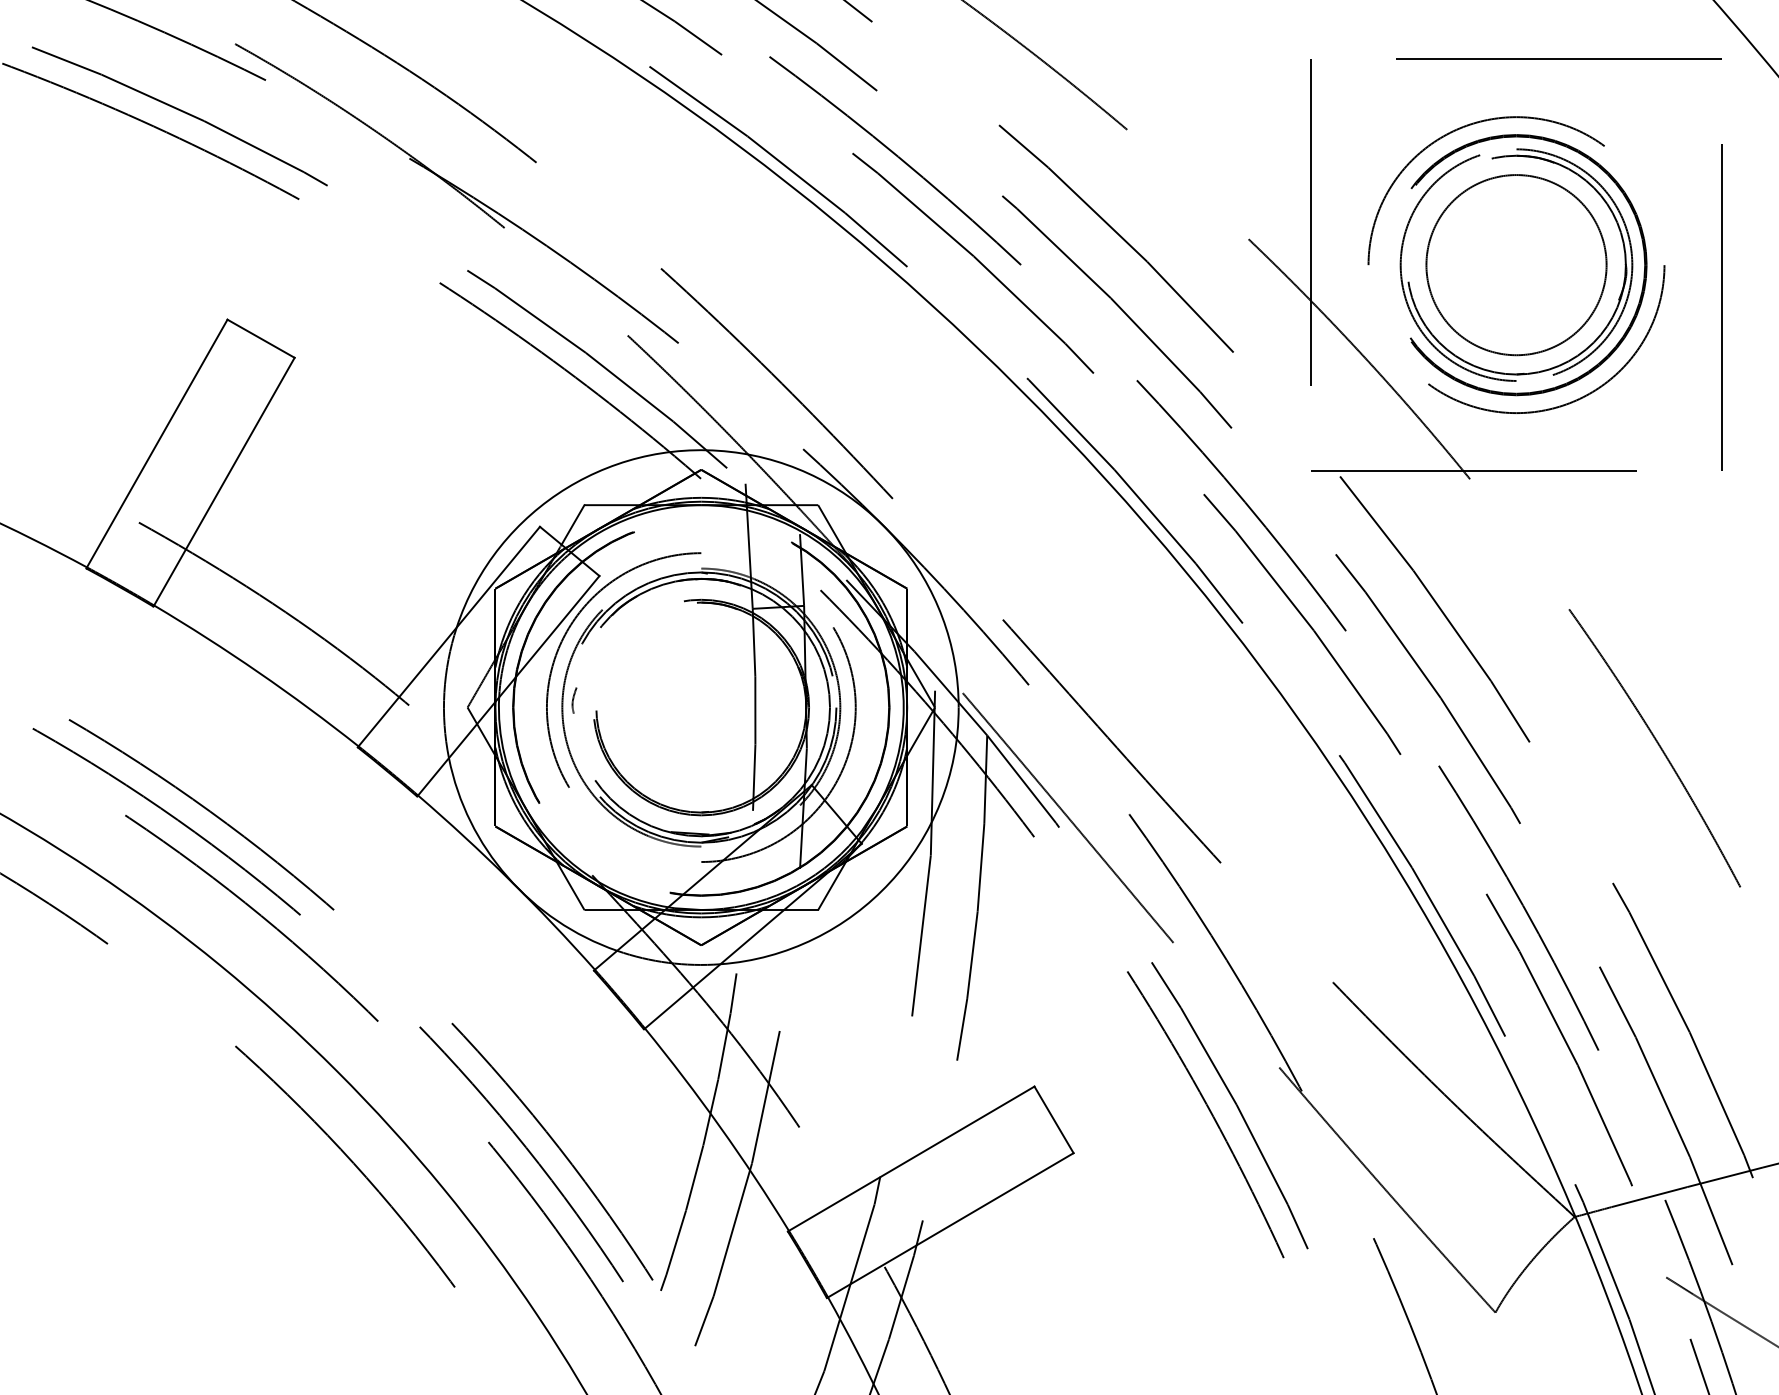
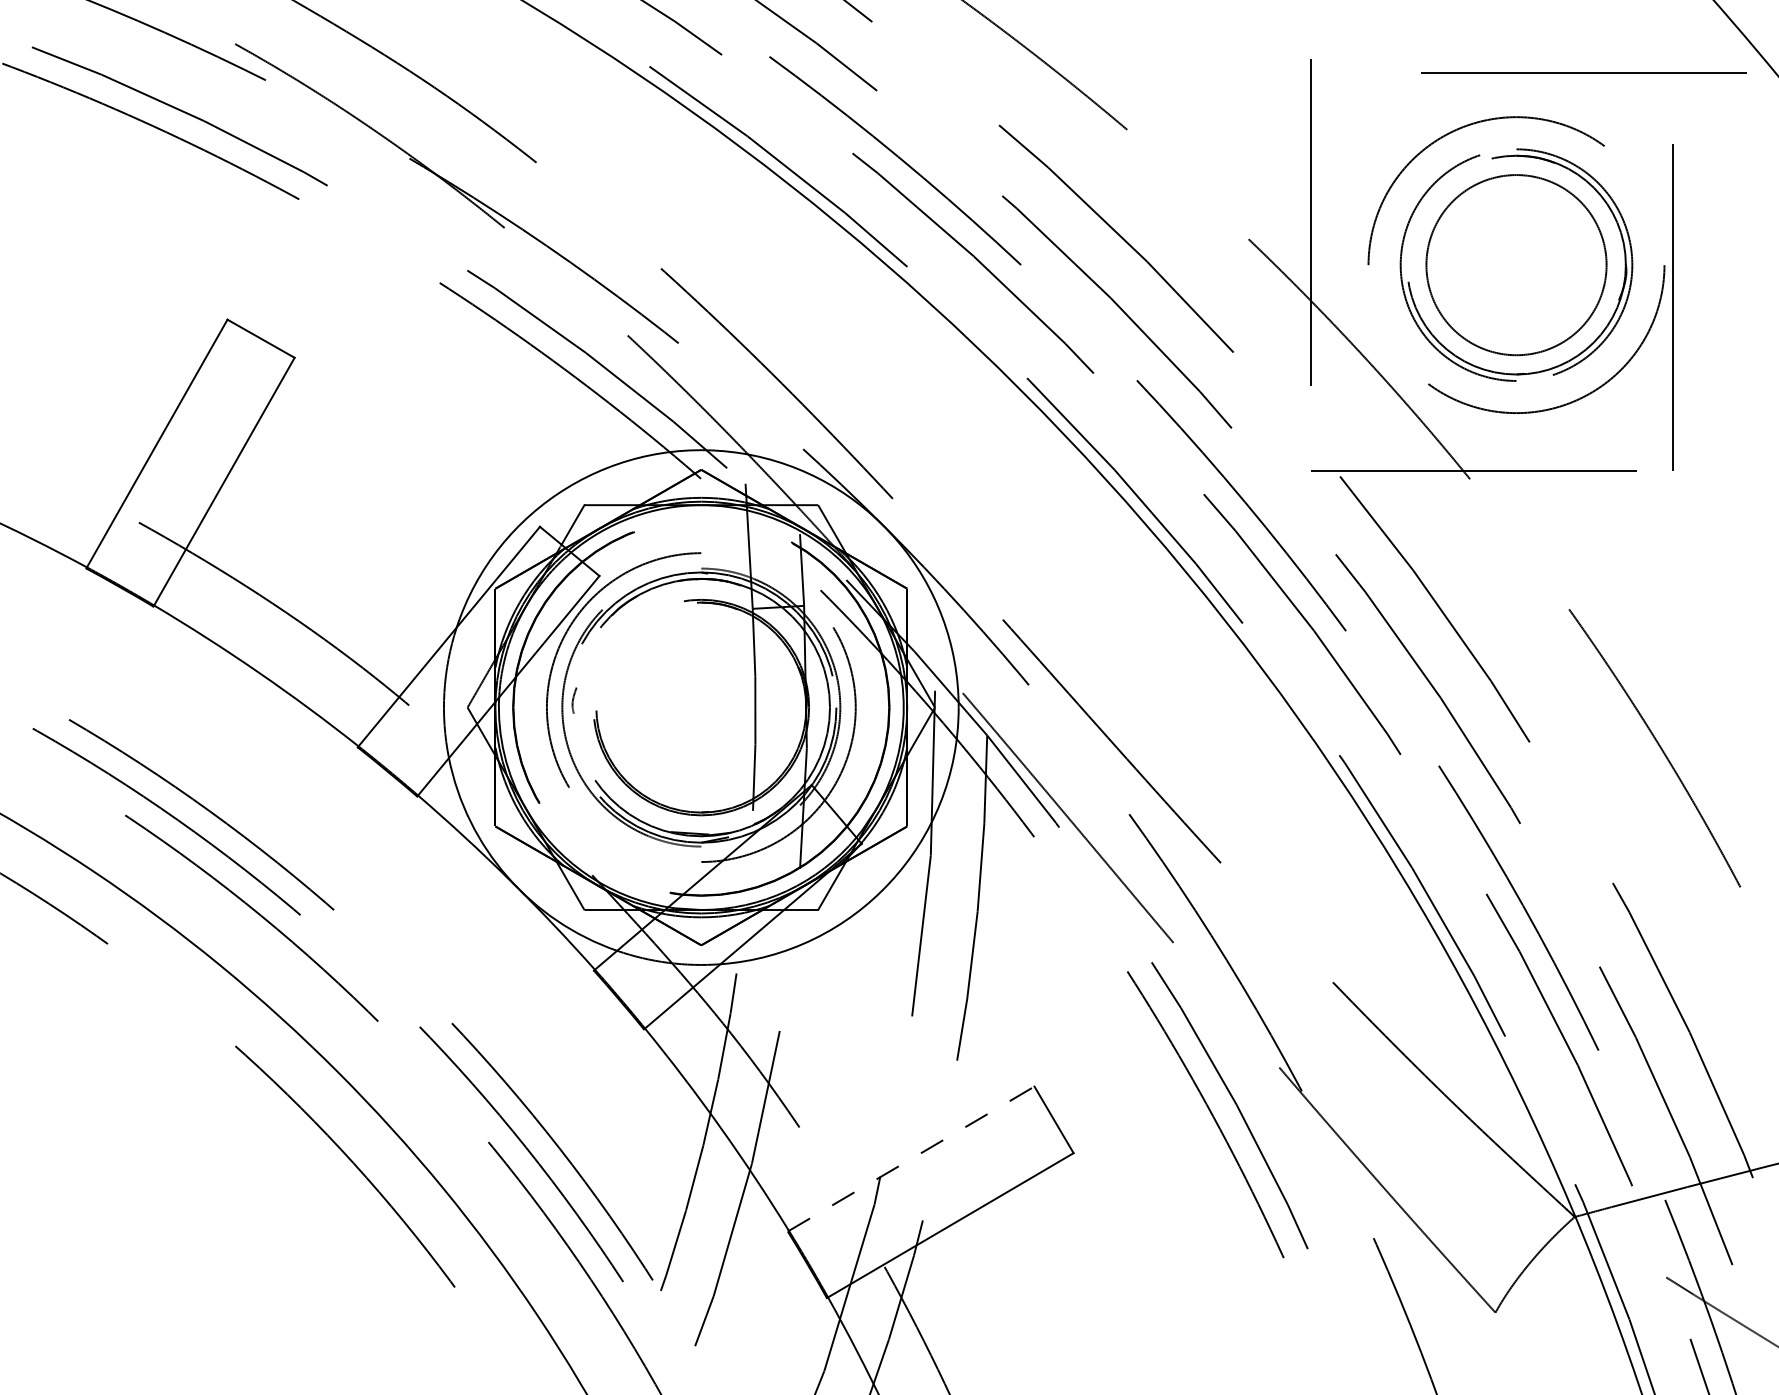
line at (1558, 58) position: (1558, 58) -> (1583, 72)
part at (1643, 272): present -> none
line at (1721, 307) position: (1721, 307) -> (1672, 307)
line at (911, 1158): solid -> dashed
